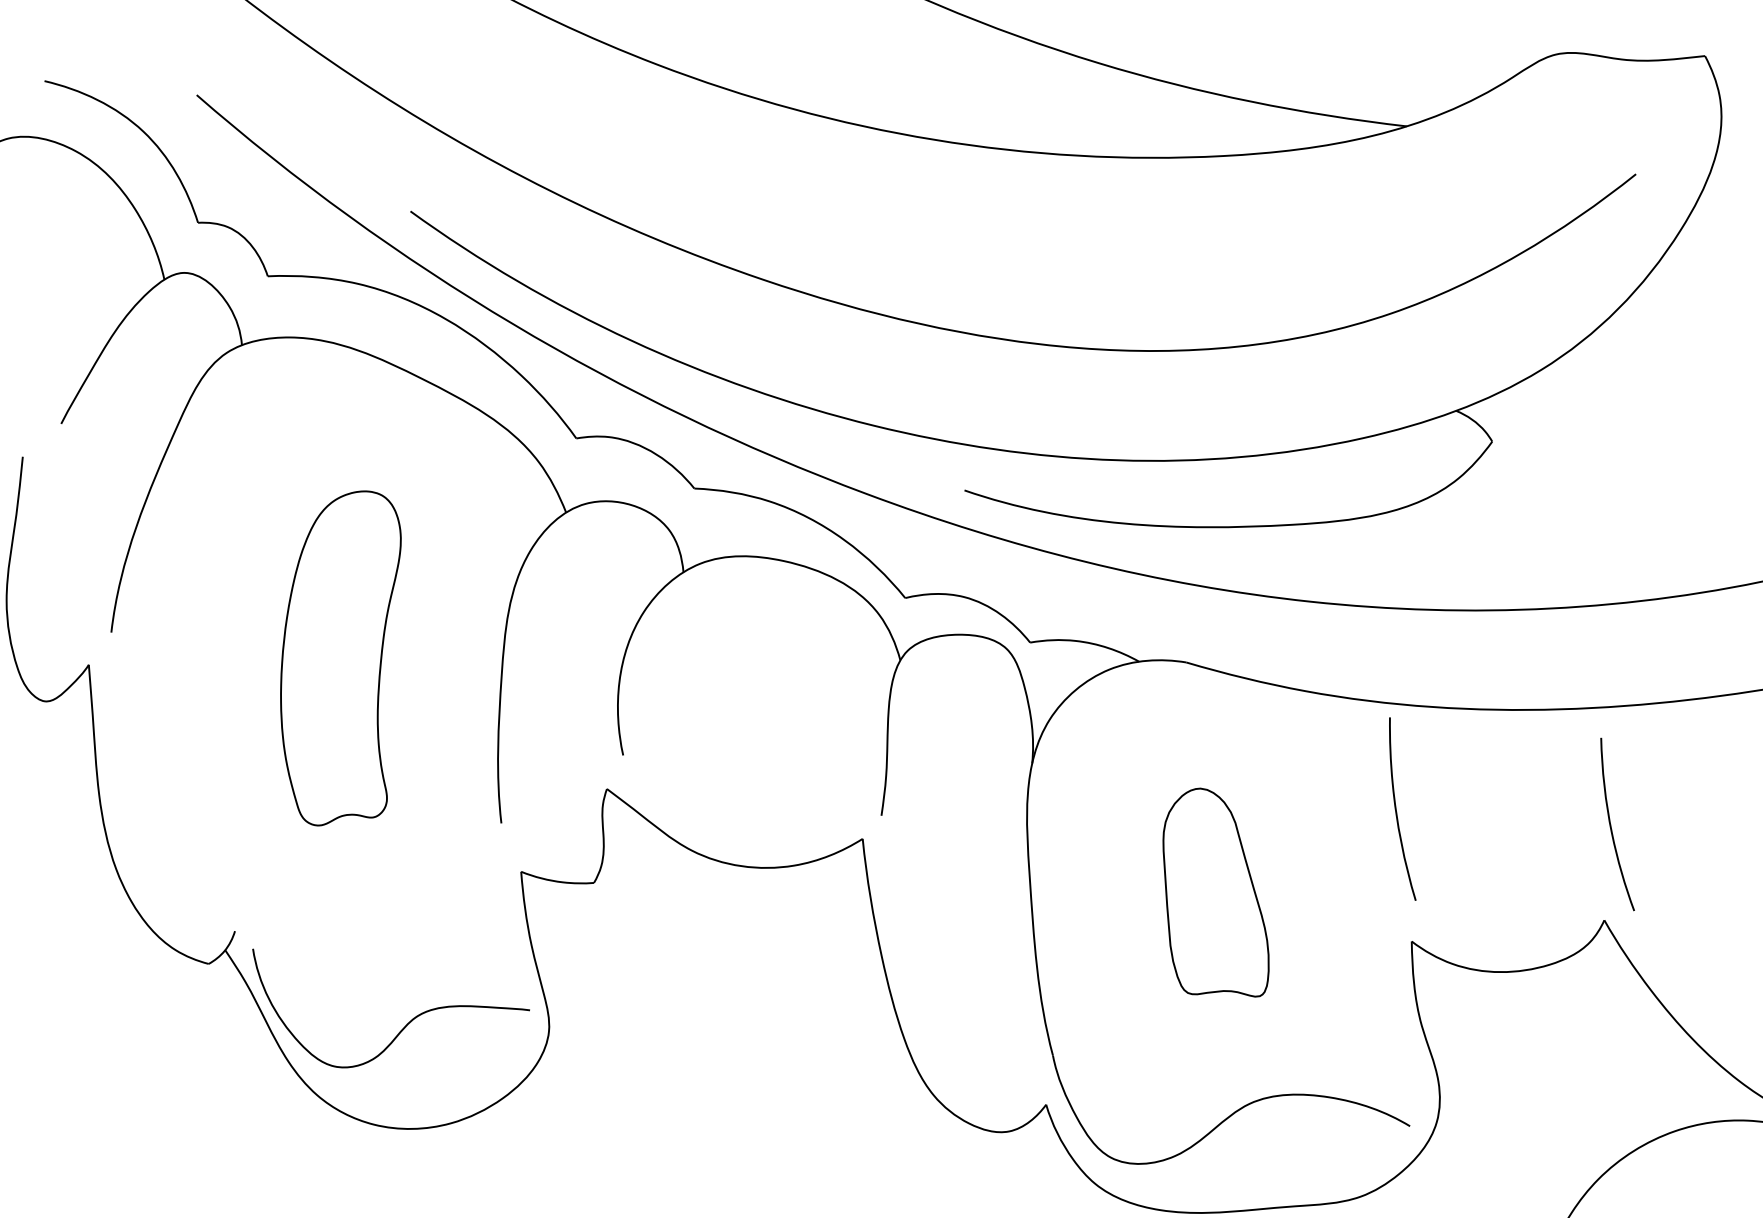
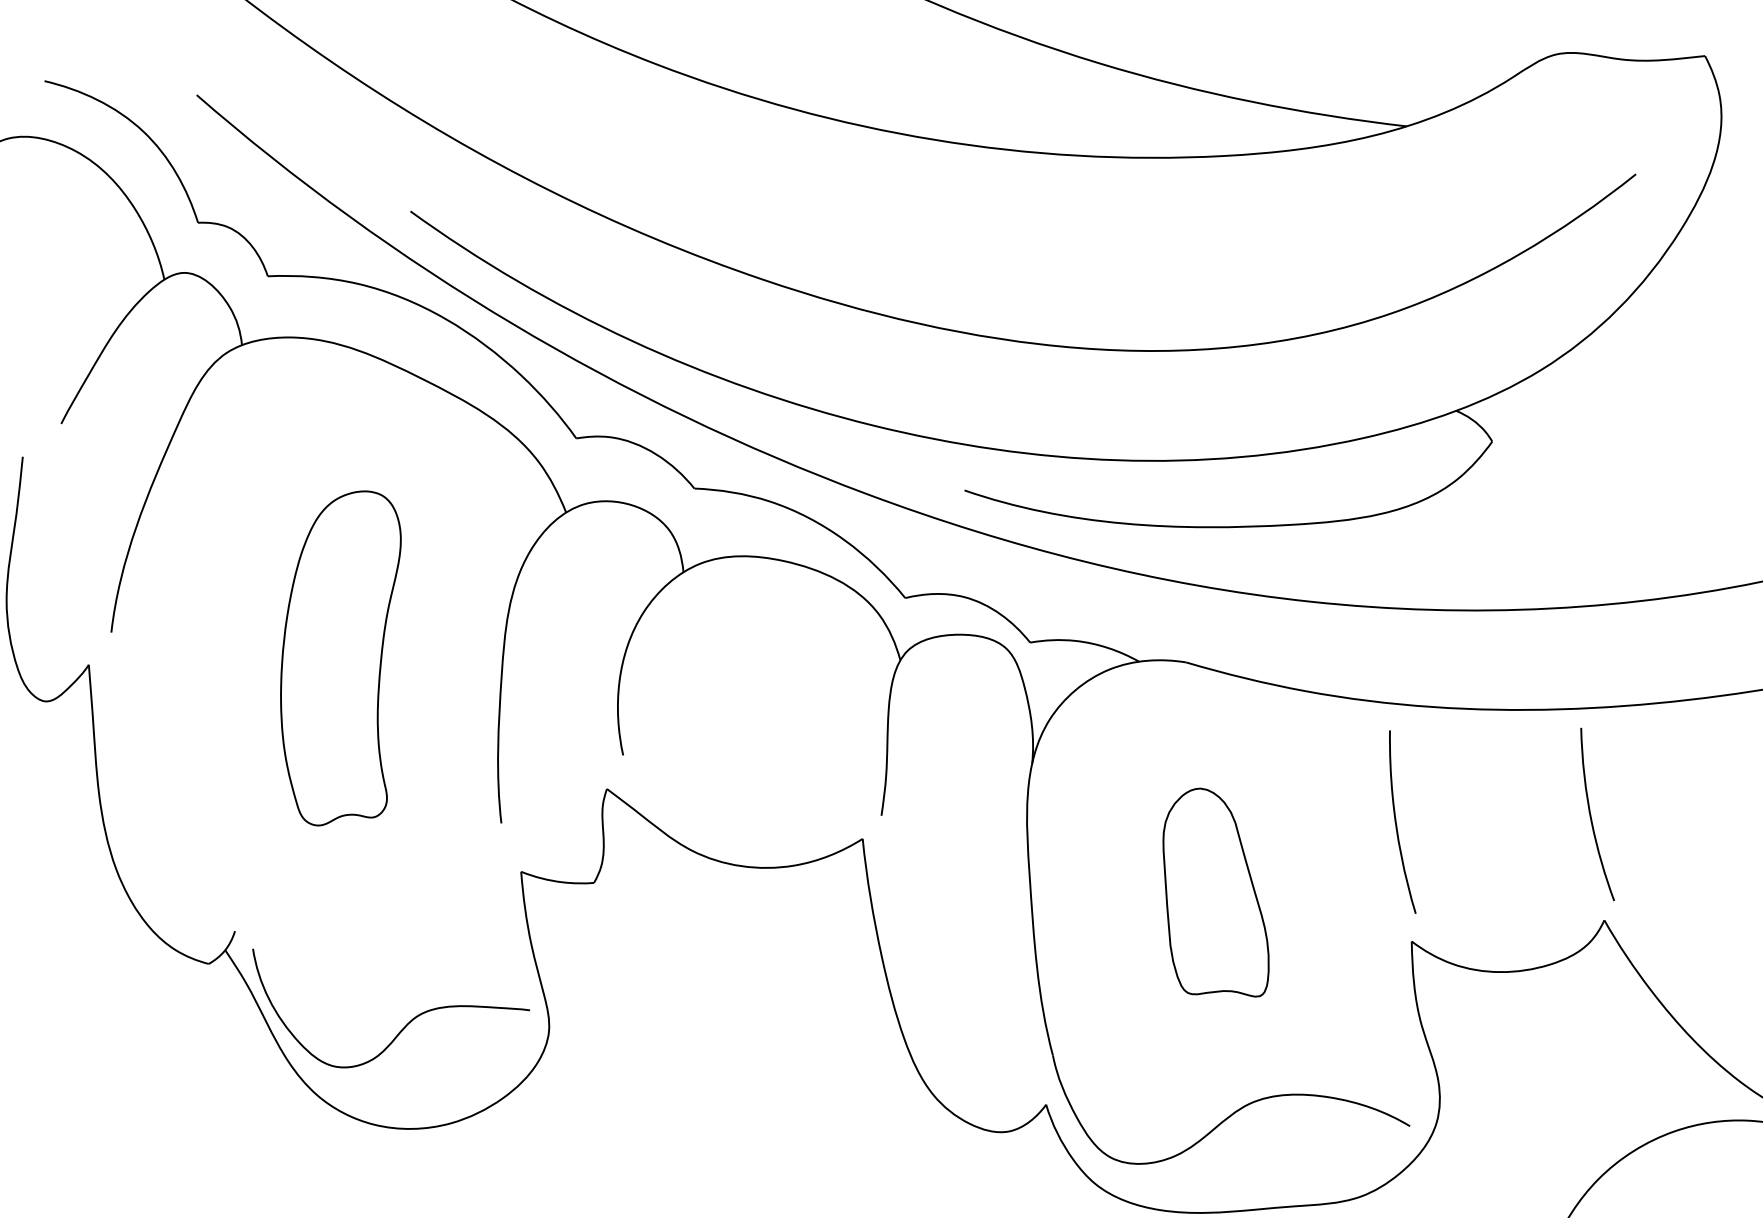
curve at (1396, 808) position: (1396, 808) -> (1396, 821)
curve at (1611, 824) position: (1611, 824) -> (1591, 814)
